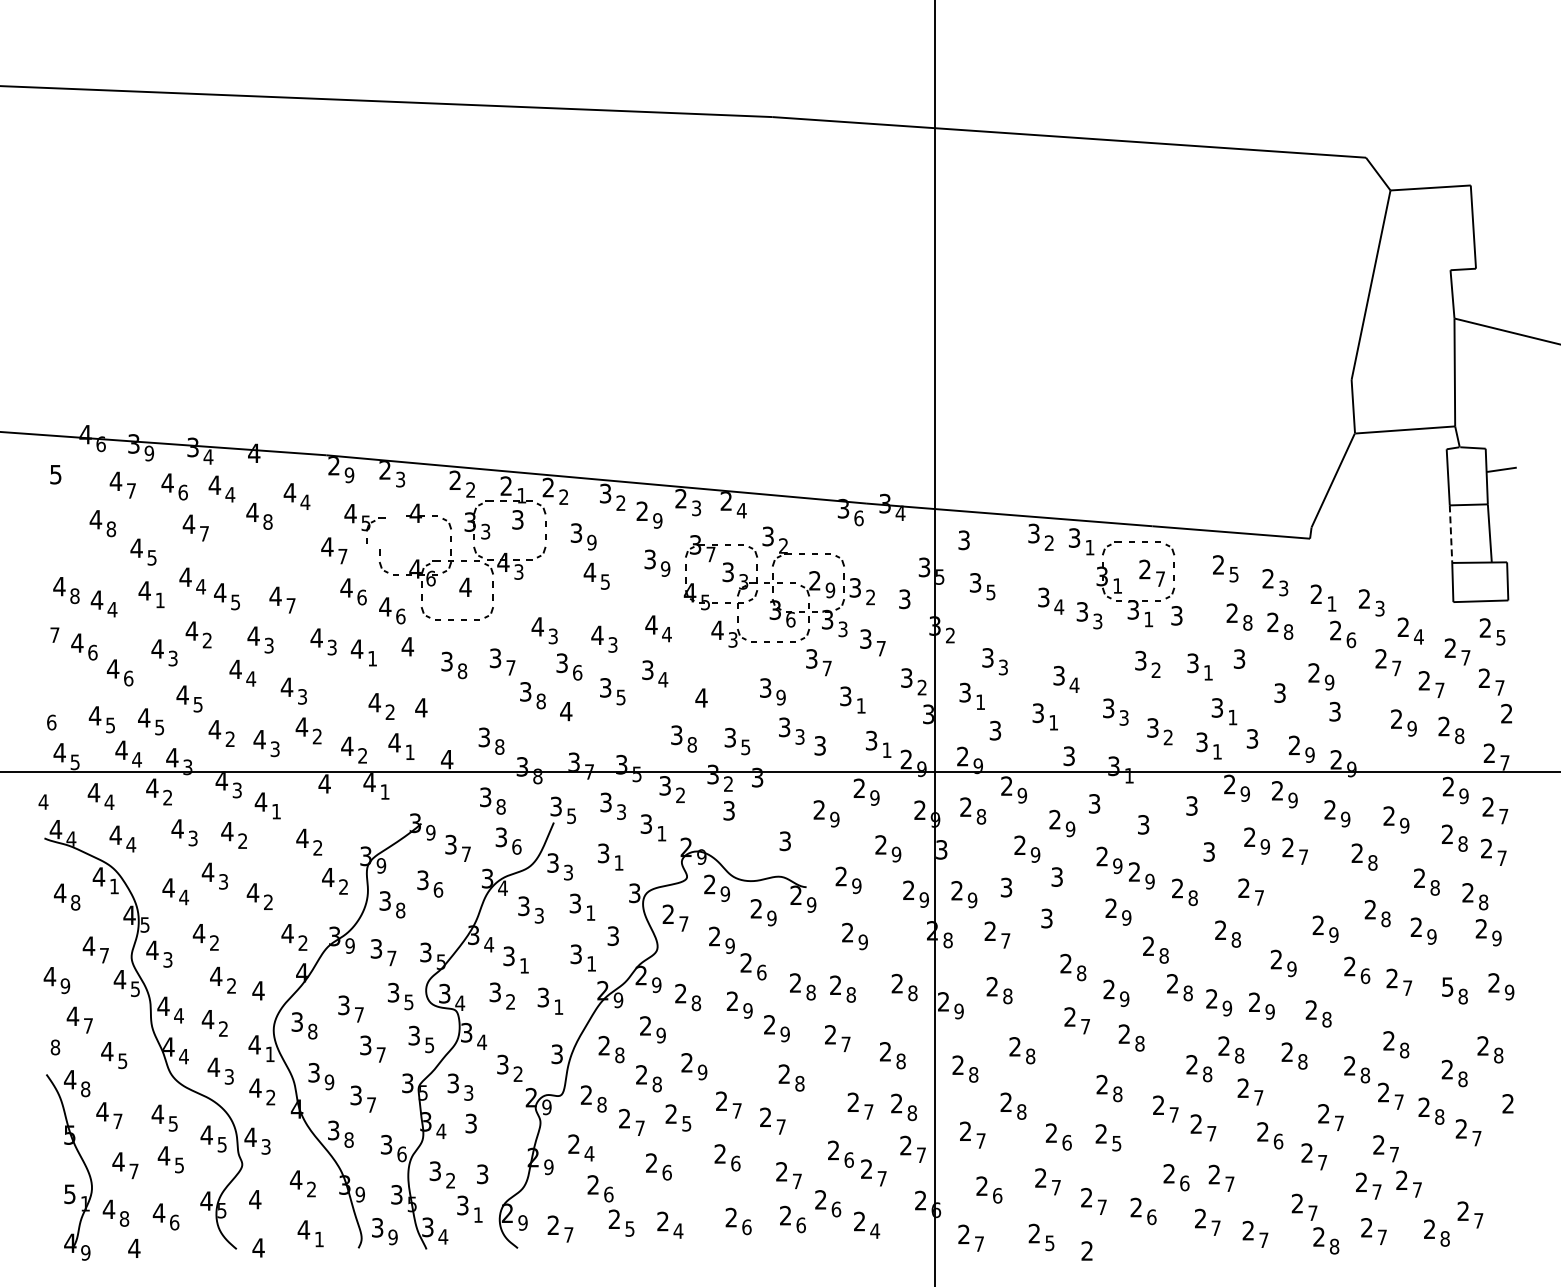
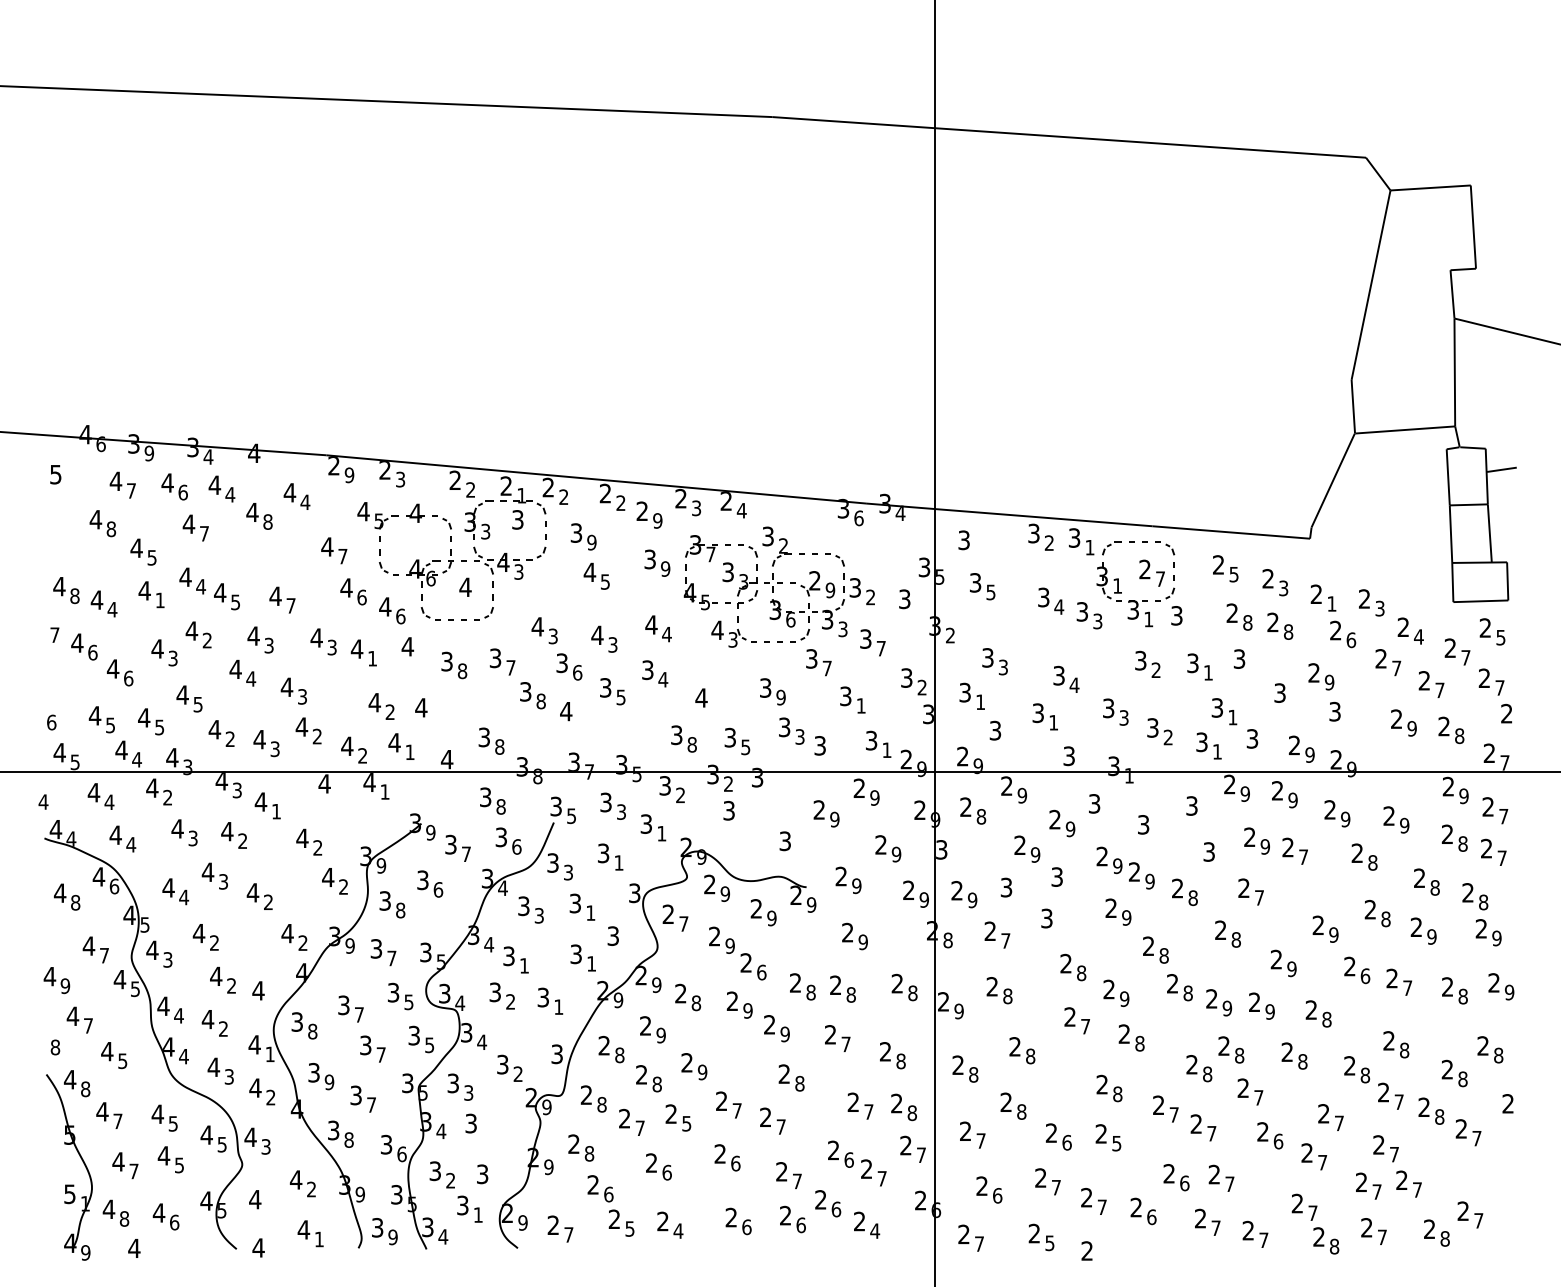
text at (605, 493): 3 -> 2
part at (364, 523) position: (364, 523) -> (377, 521)
line at (1451, 534): dashed -> solid
text at (114, 886): 1 -> 6
text at (1447, 986): 5 -> 2
text at (589, 1153): 4 -> 8
